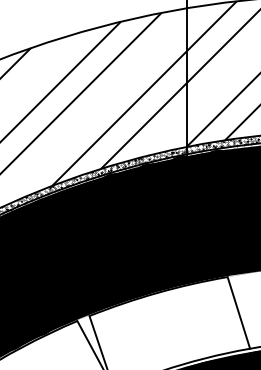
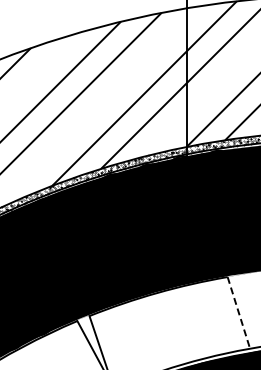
line at (238, 312): solid -> dashed
